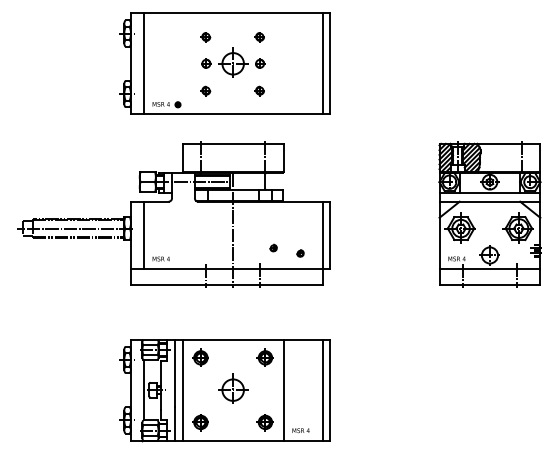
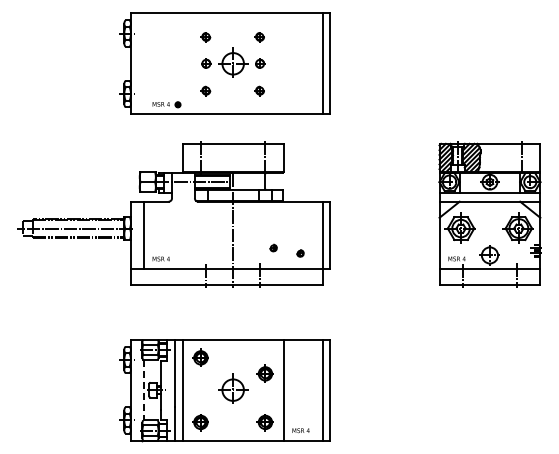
line at (143, 63): present -> none
part at (264, 357) position: (264, 357) -> (264, 373)
line at (143, 390): solid -> dashed
